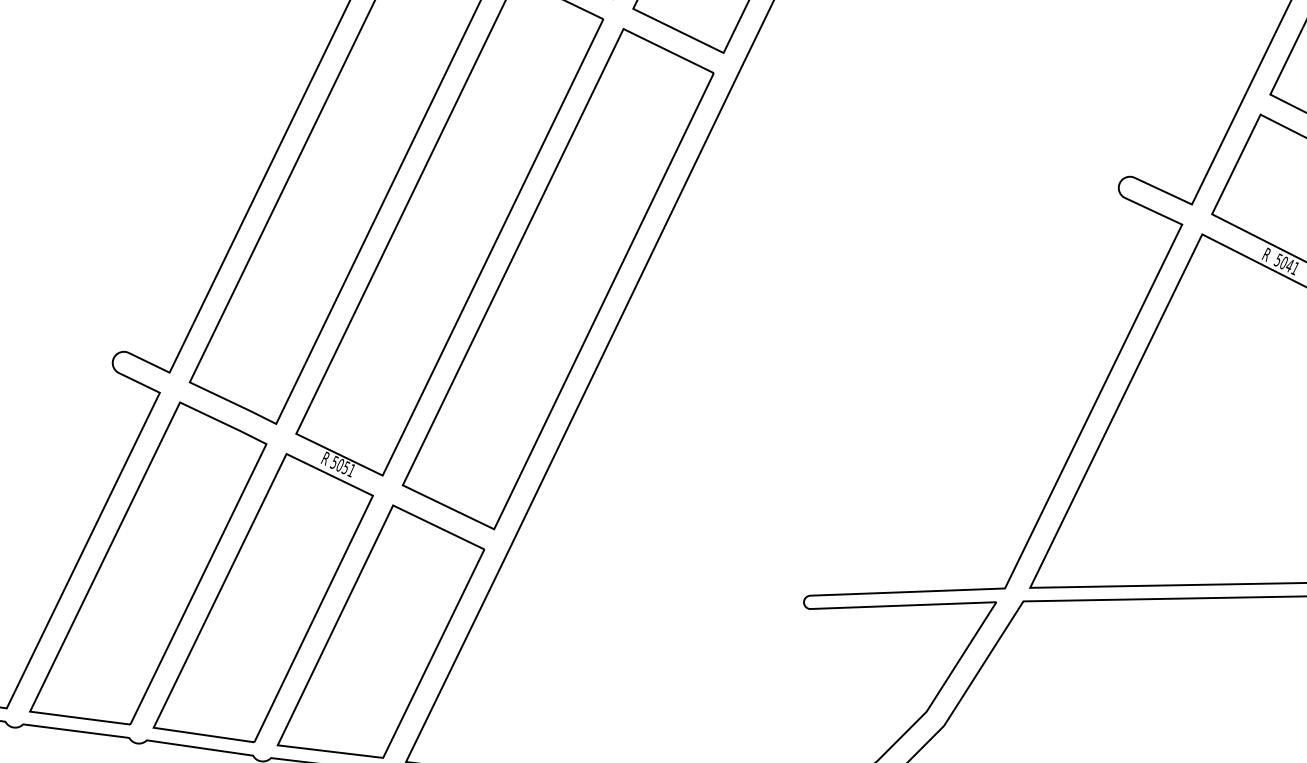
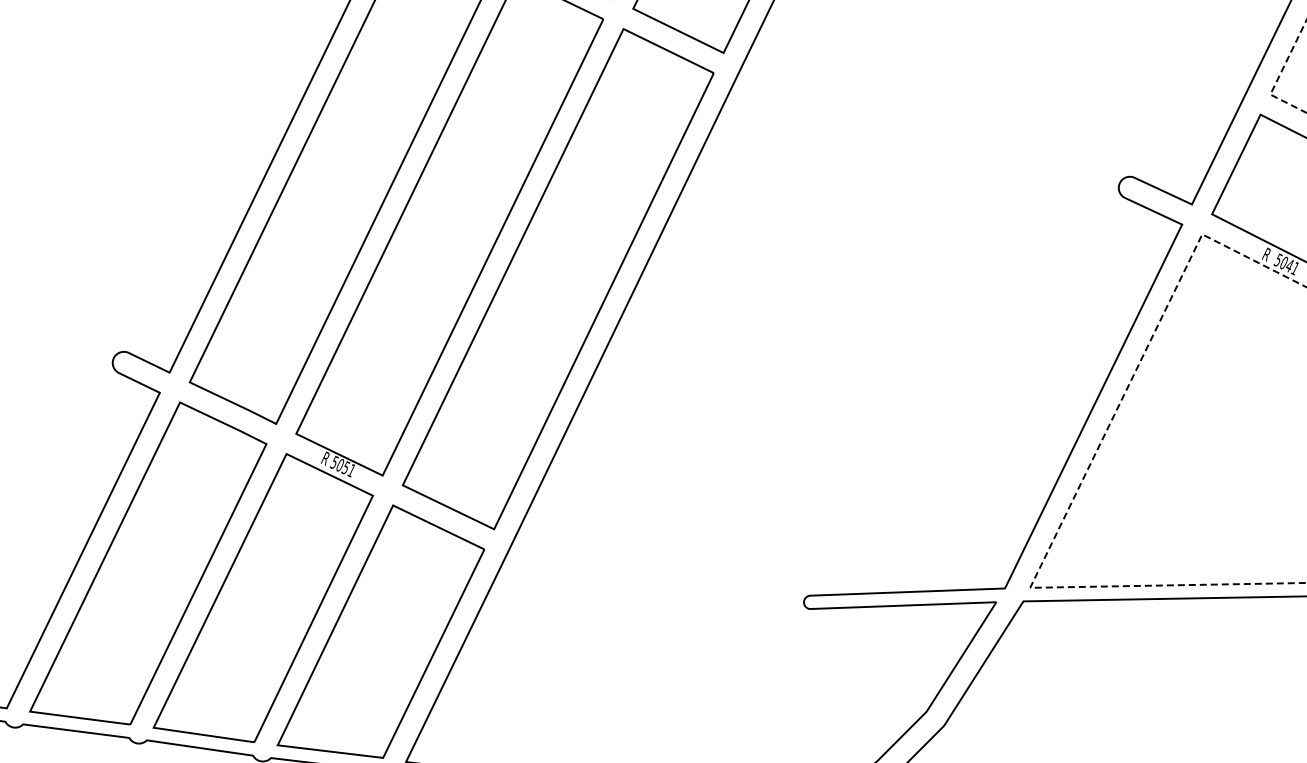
line at (1279, 76): solid -> dashed
line at (1081, 482): solid -> dashed
